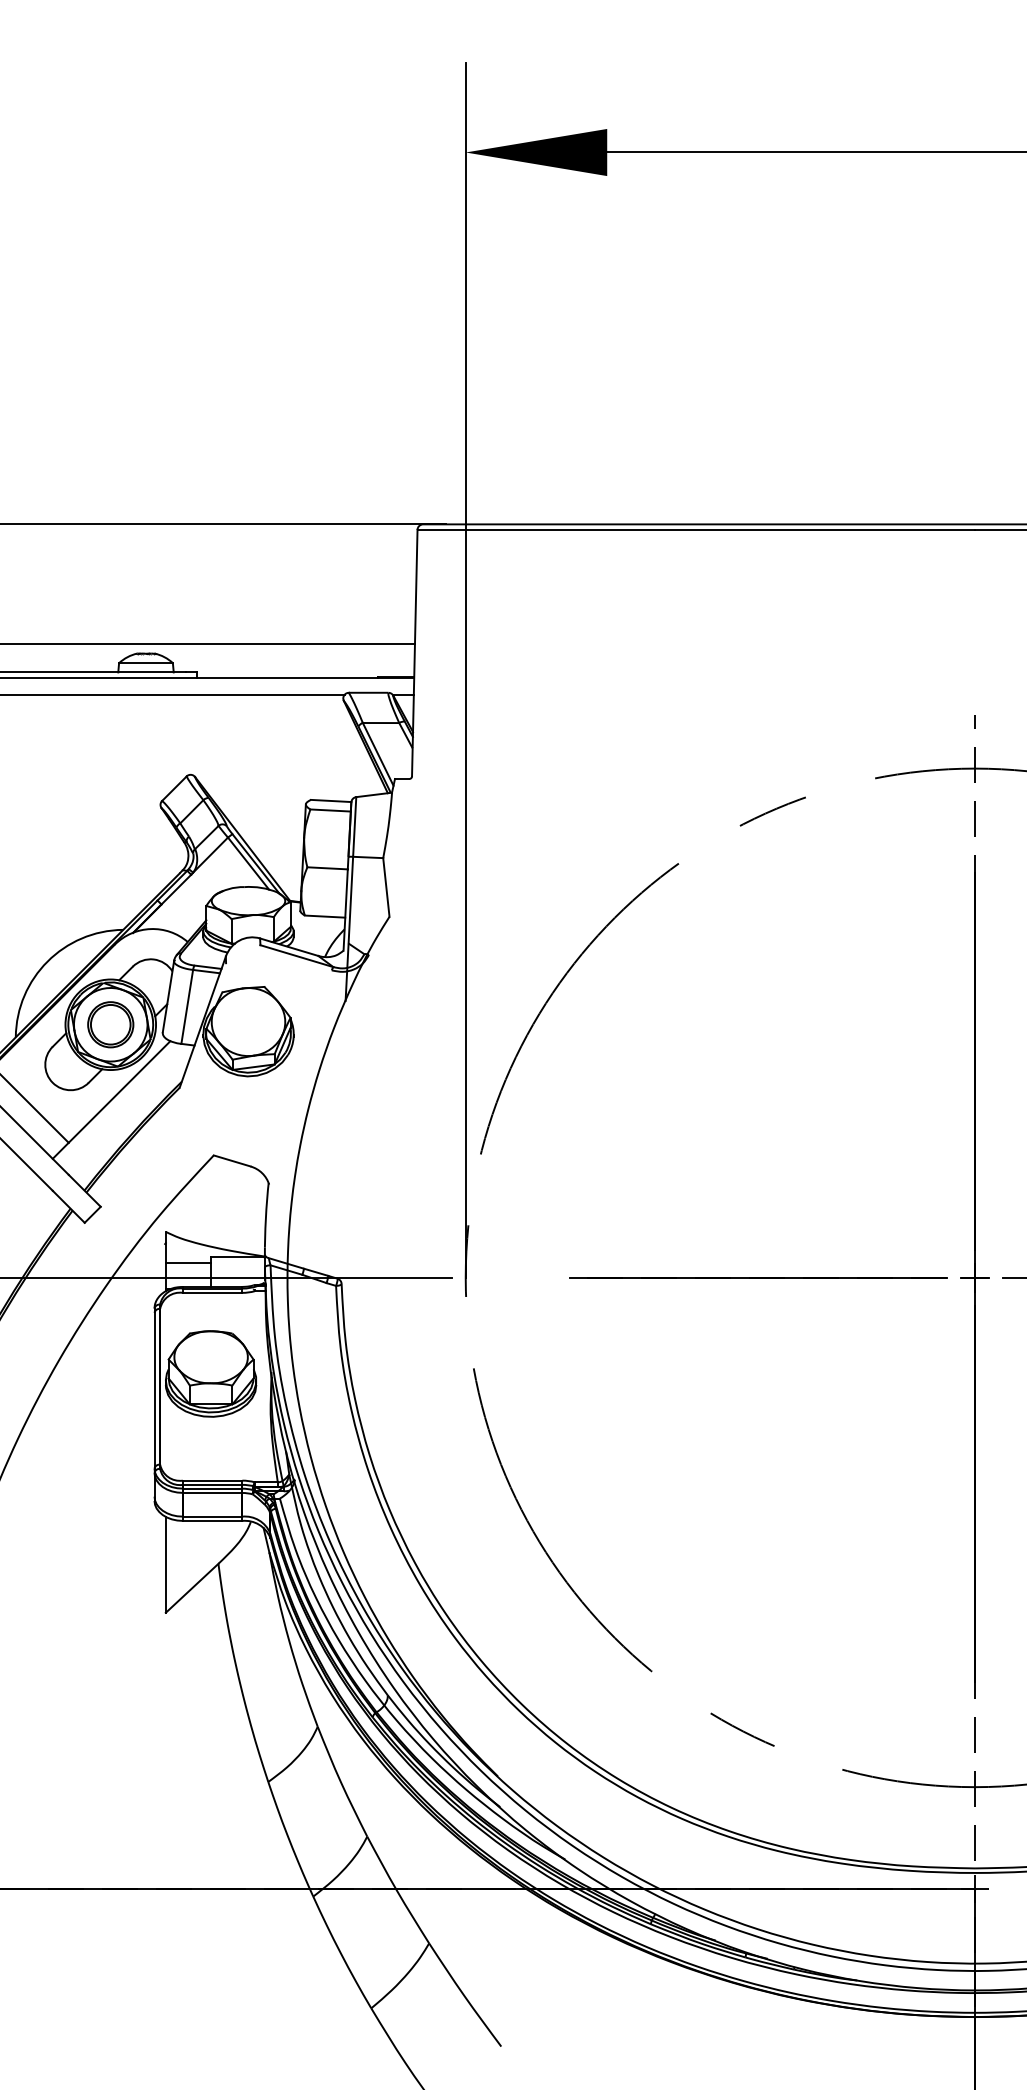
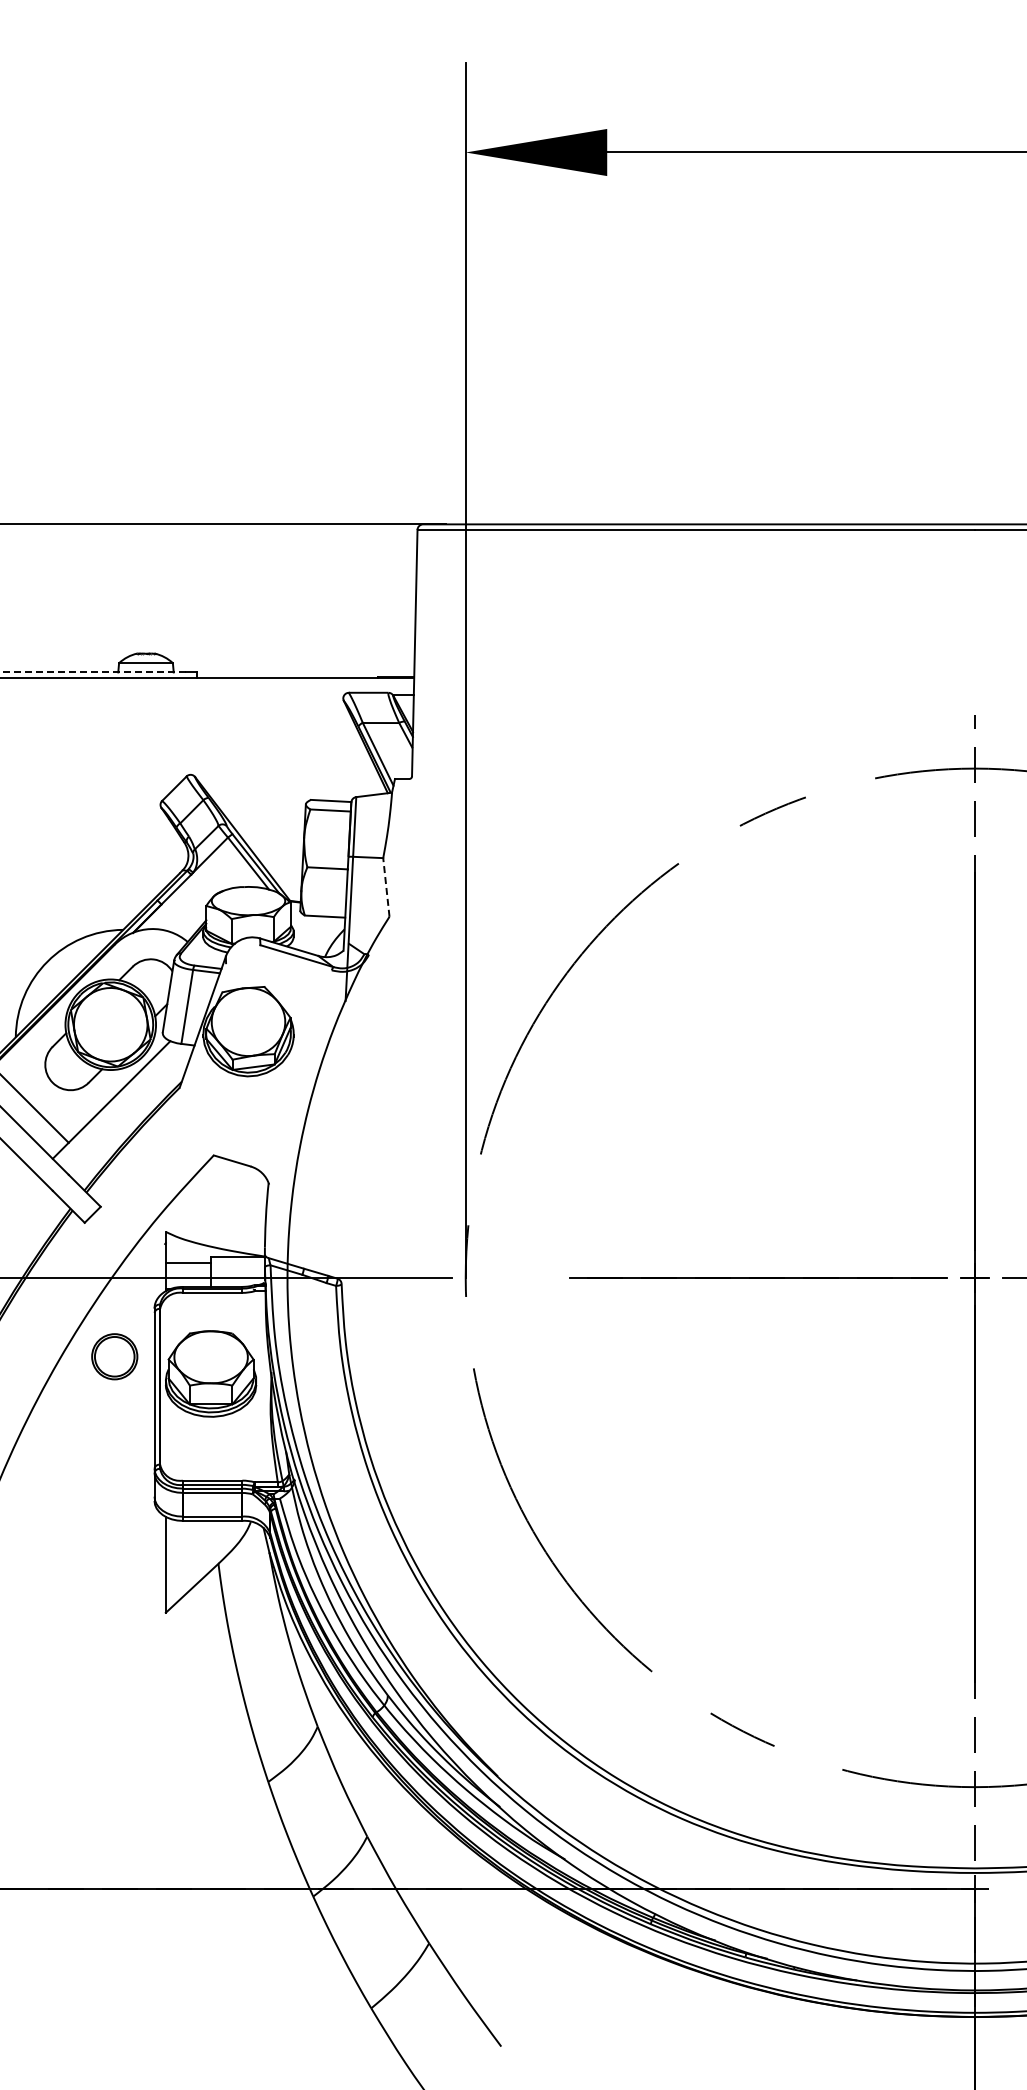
line at (208, 644): present -> none
line at (92, 672): solid -> dashed
line at (173, 695): present -> none
line at (386, 887): solid -> dashed
part at (110, 1024) position: (110, 1024) -> (114, 1356)
